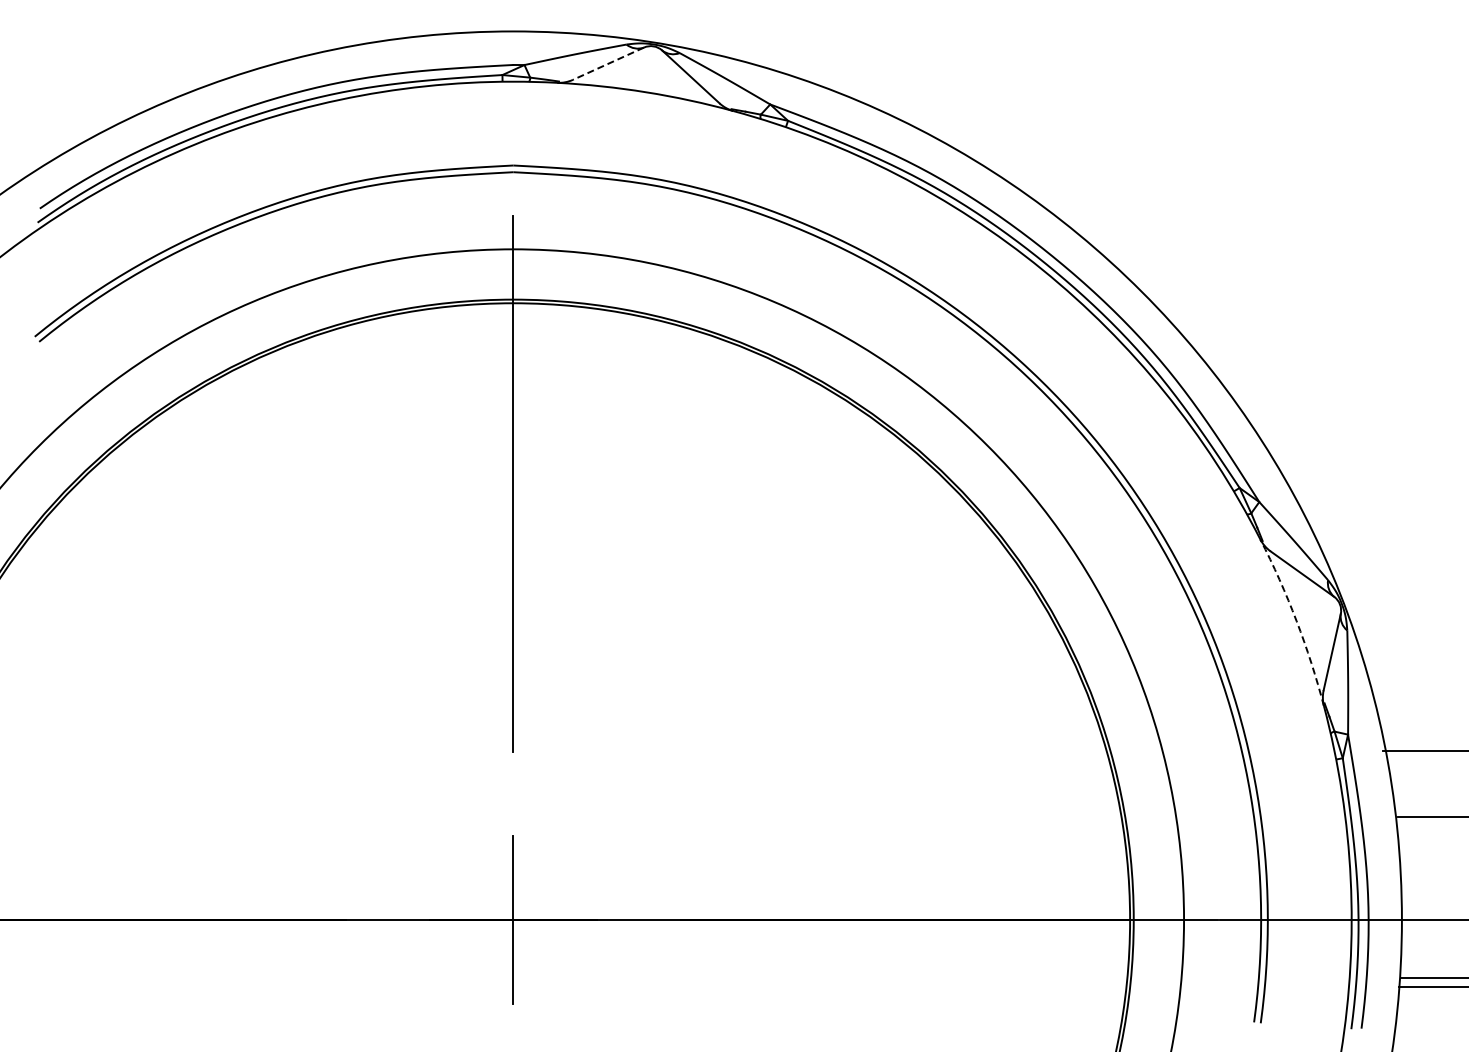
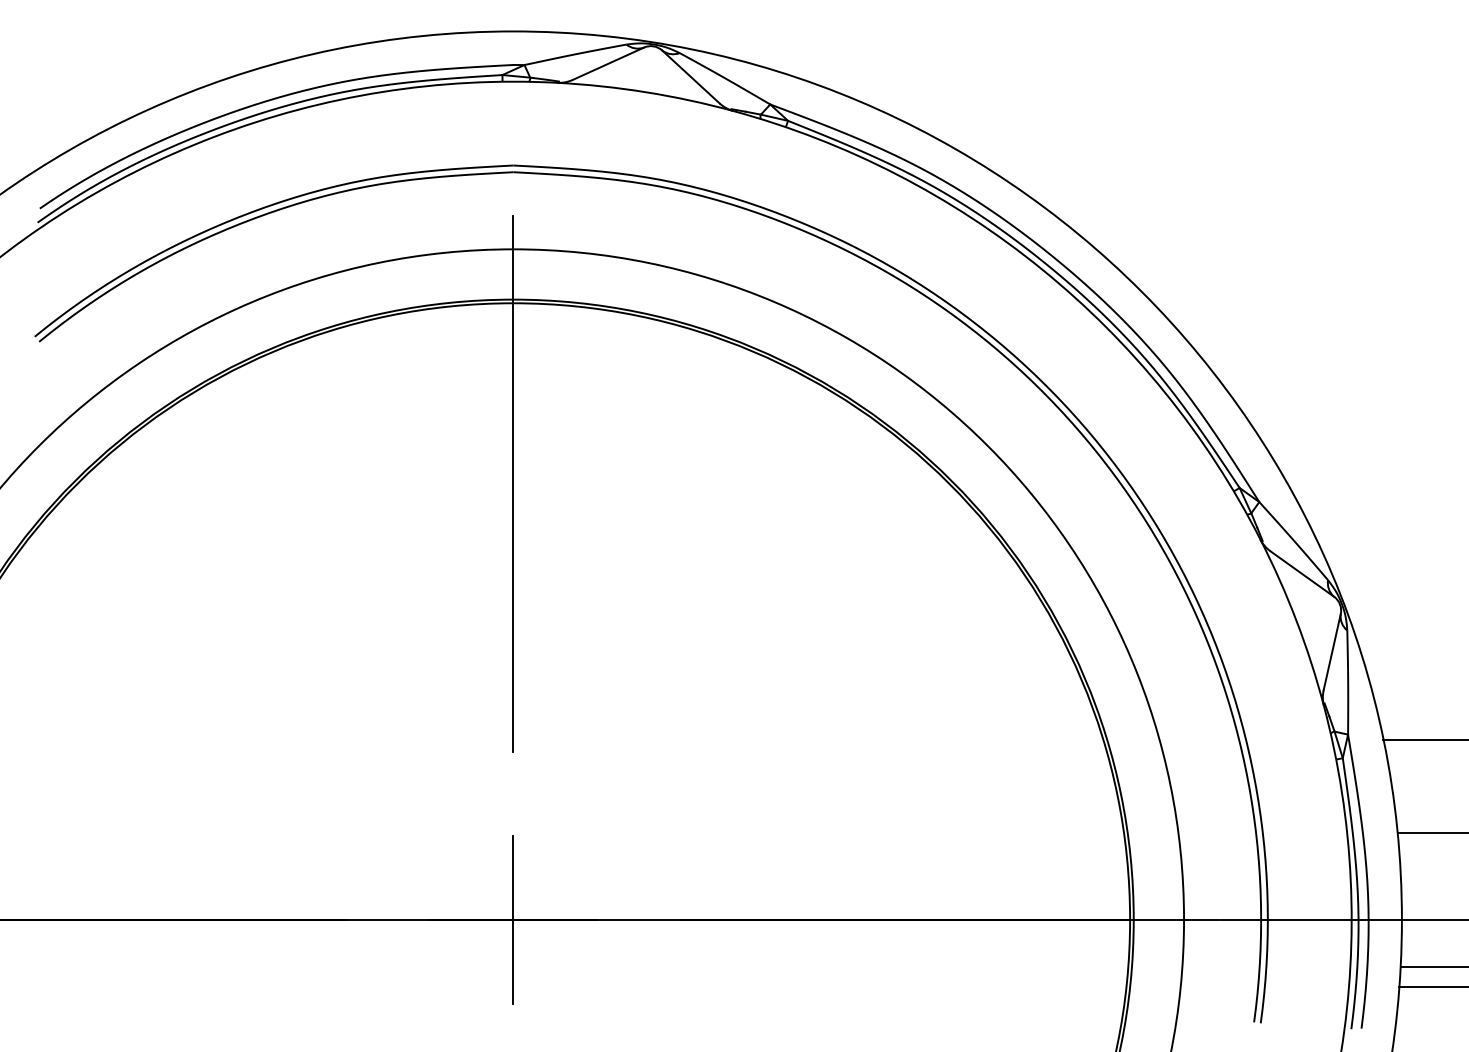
line at (607, 63): dashed -> solid
arc at (1296, 621): dashed -> solid
line at (1424, 750) position: (1424, 750) -> (1424, 739)
line at (1431, 816) position: (1431, 816) -> (1431, 832)
line at (1432, 977) position: (1432, 977) -> (1432, 966)
